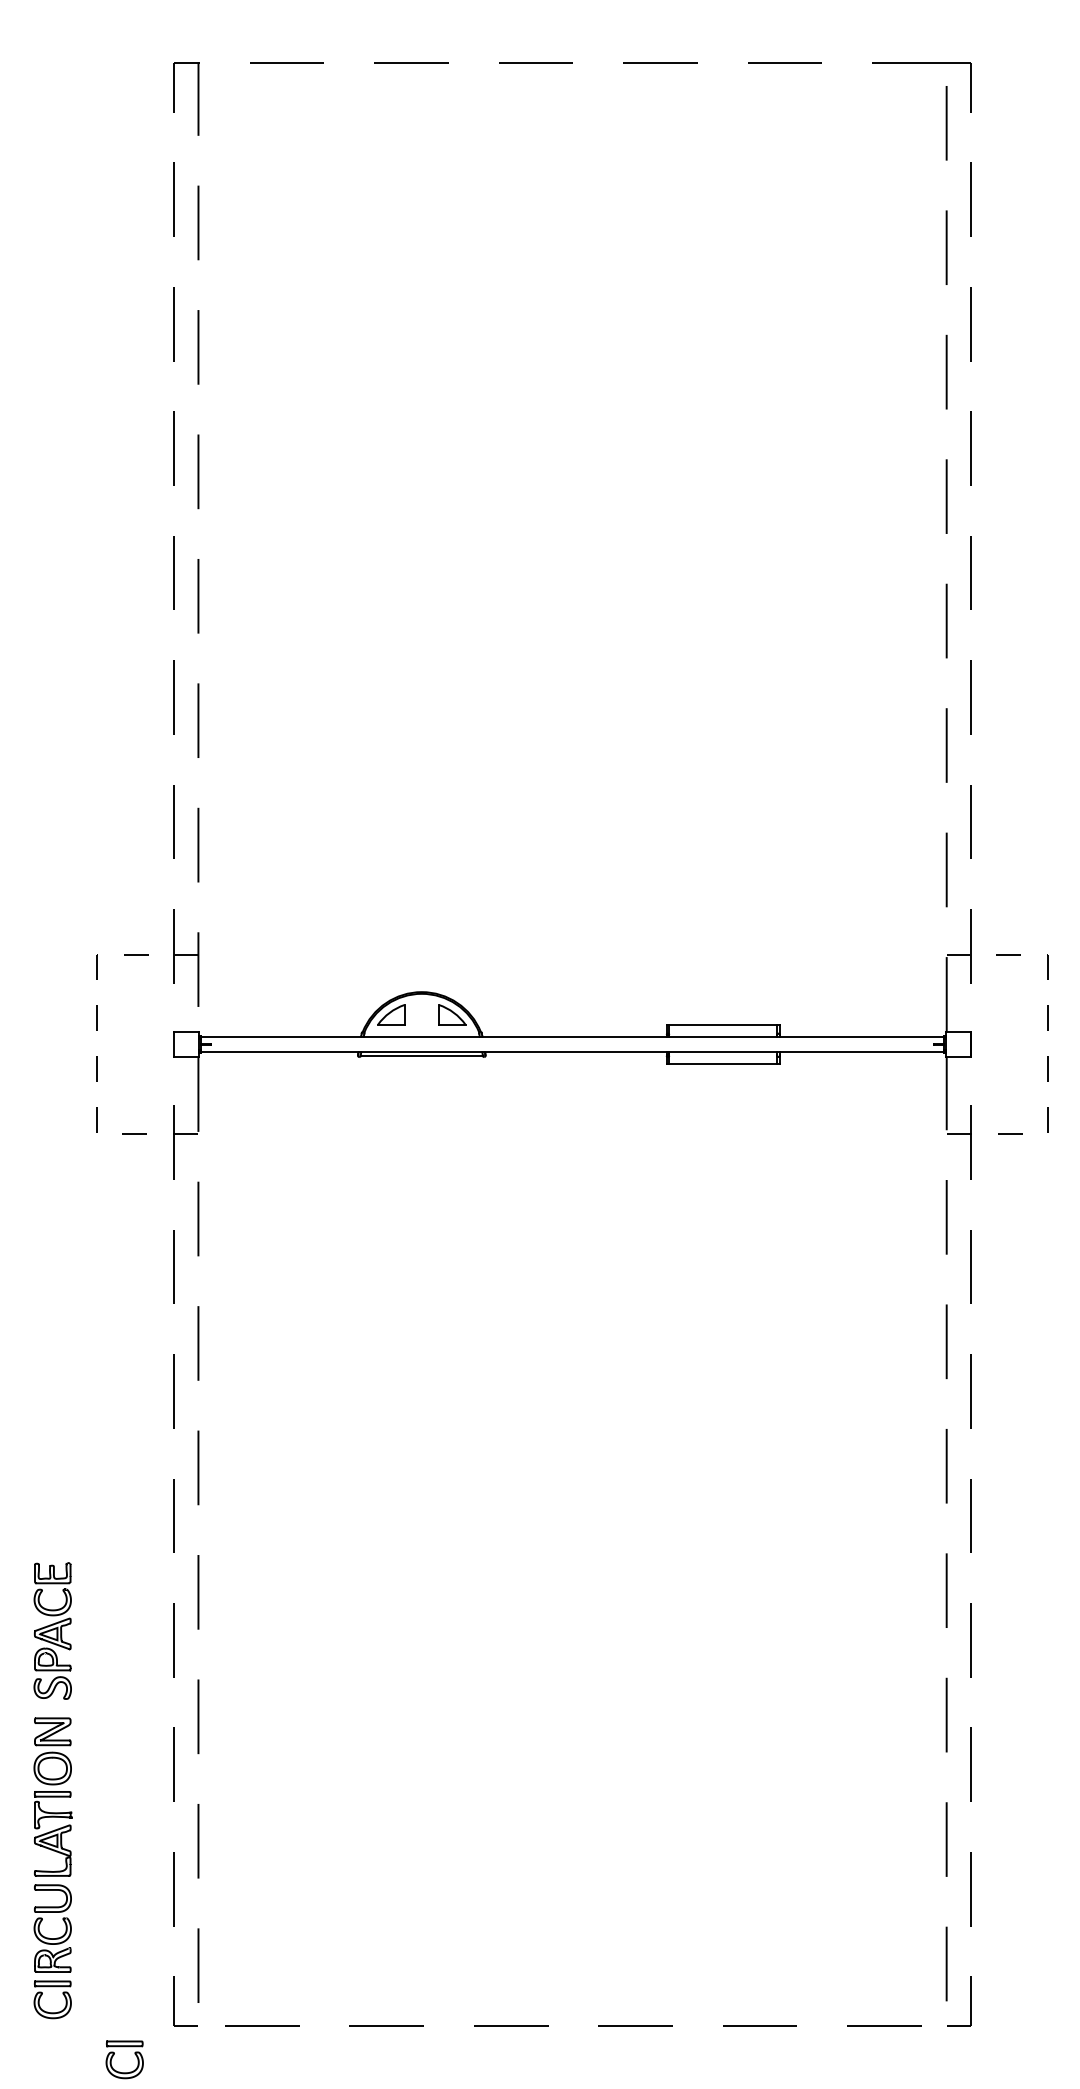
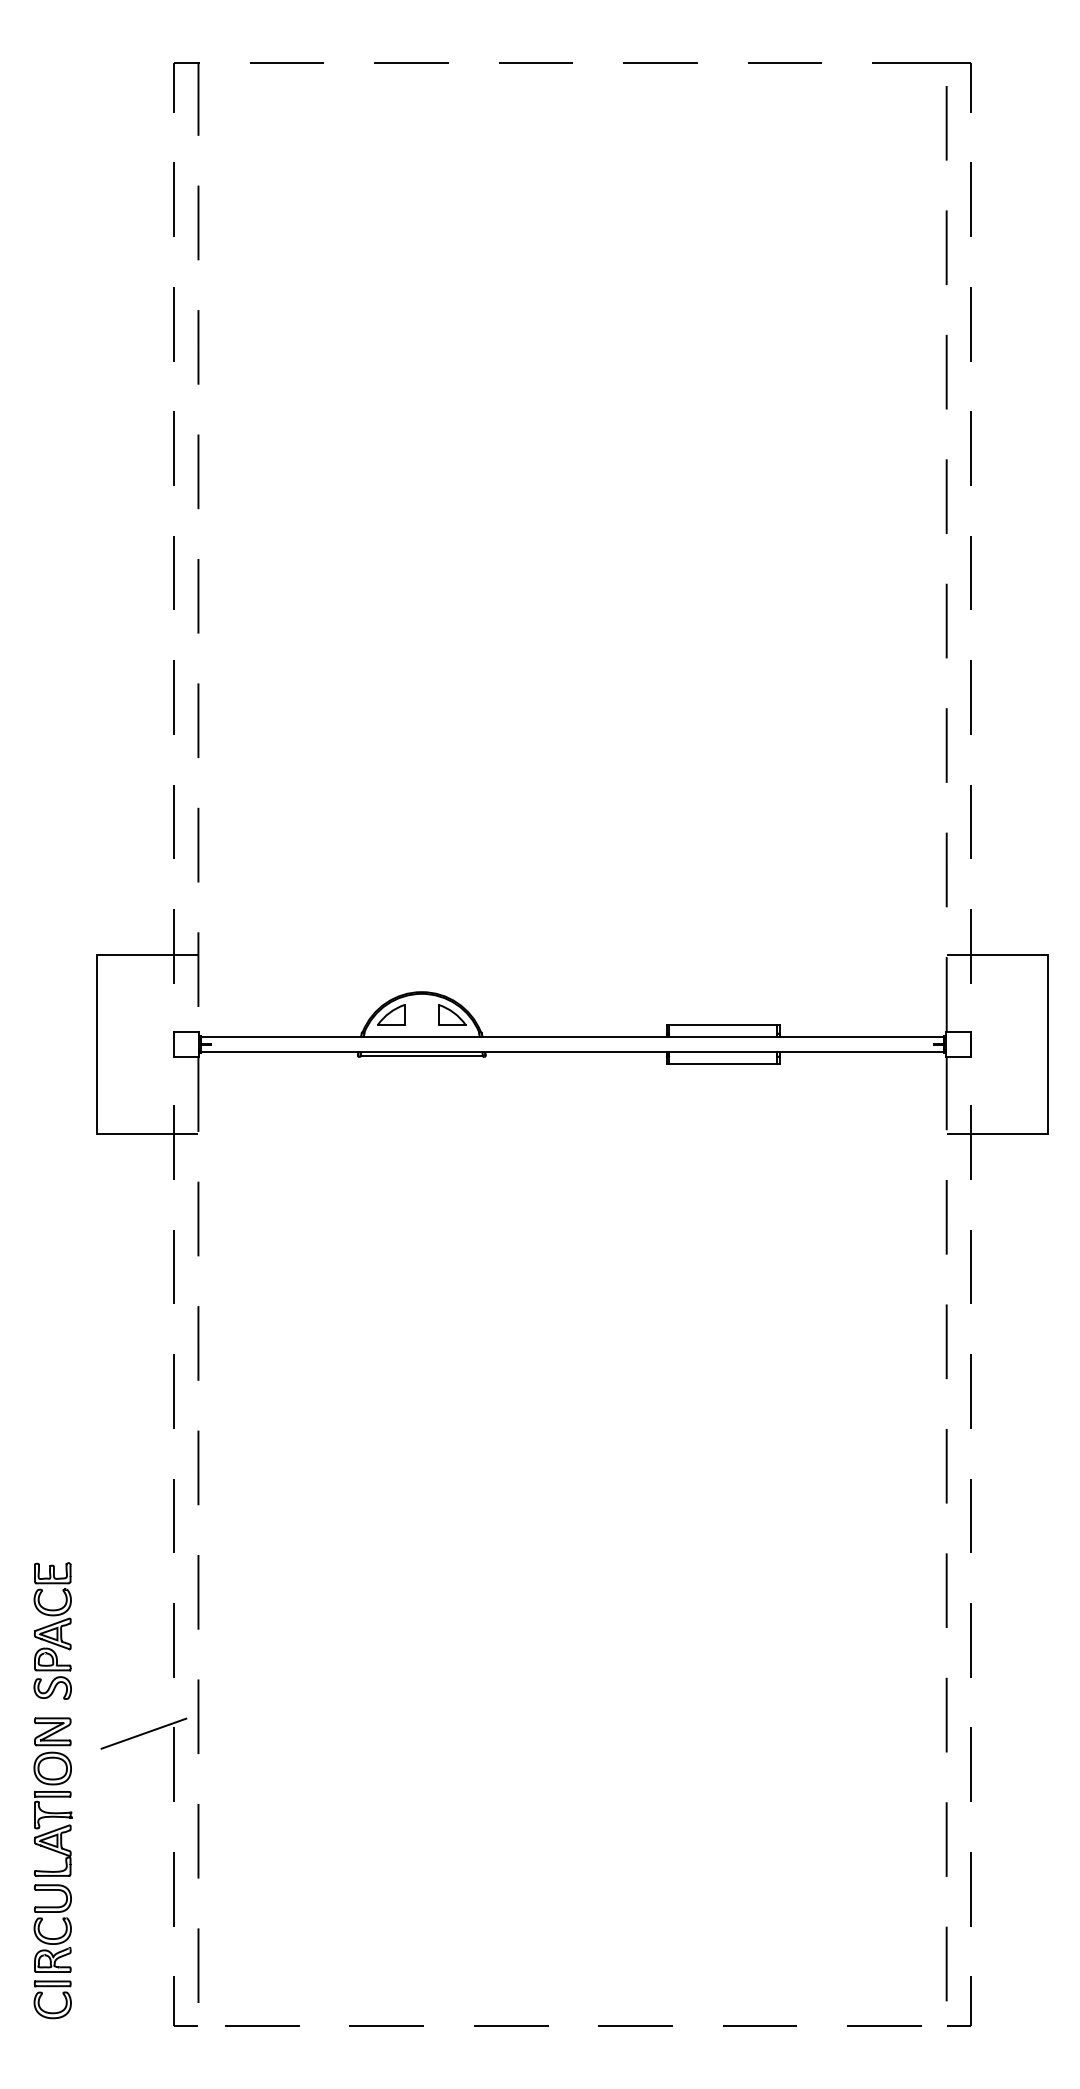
line at (97, 1044): dashed -> solid
line at (1047, 1044): dashed -> solid
line at (143, 1733): none -> present
part at (114, 2055): present -> none
